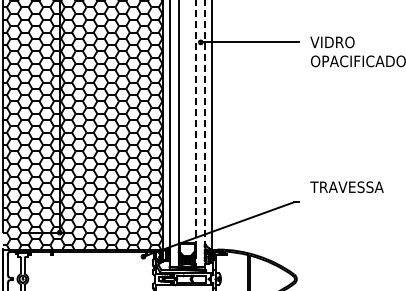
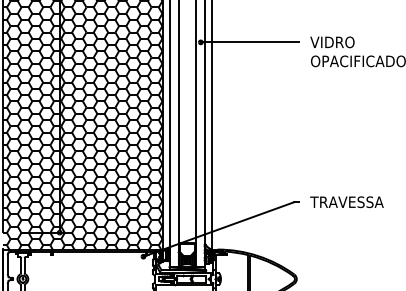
line at (195, 133): dashed -> solid
line at (204, 133): dashed -> solid
text at (346, 187) position: (346, 187) -> (346, 202)
